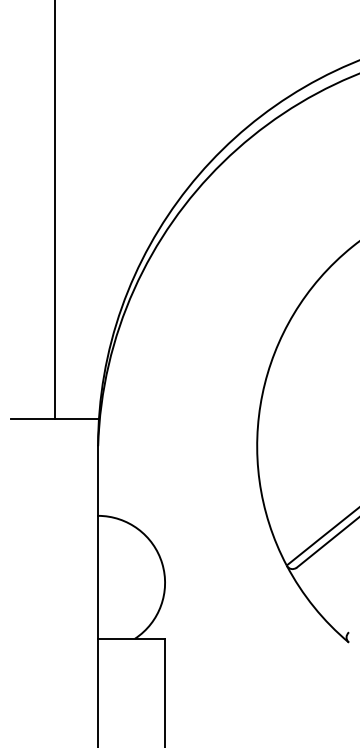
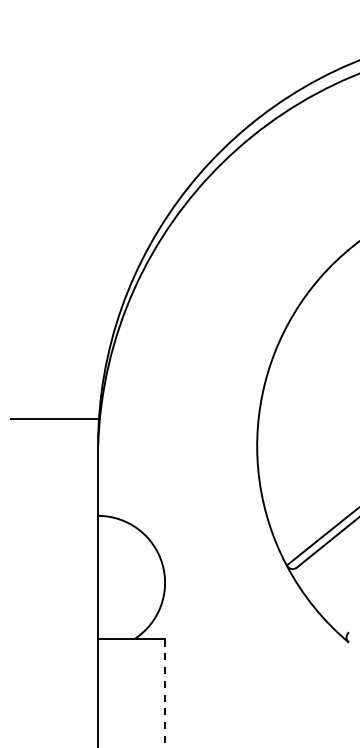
line at (54, 210): present -> none
line at (165, 692): solid -> dashed
